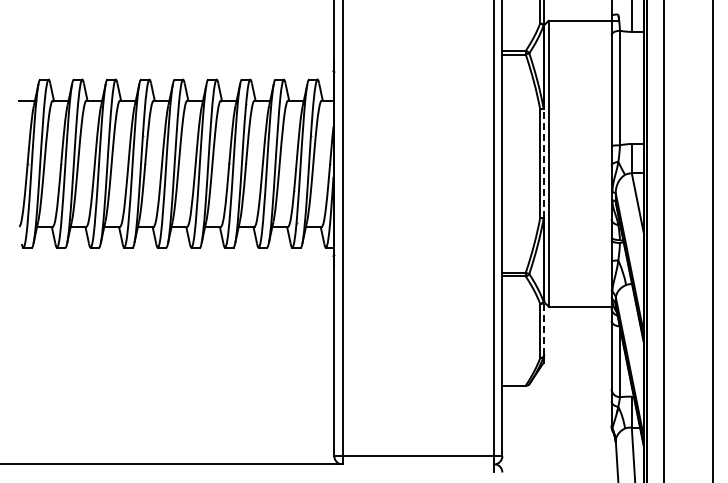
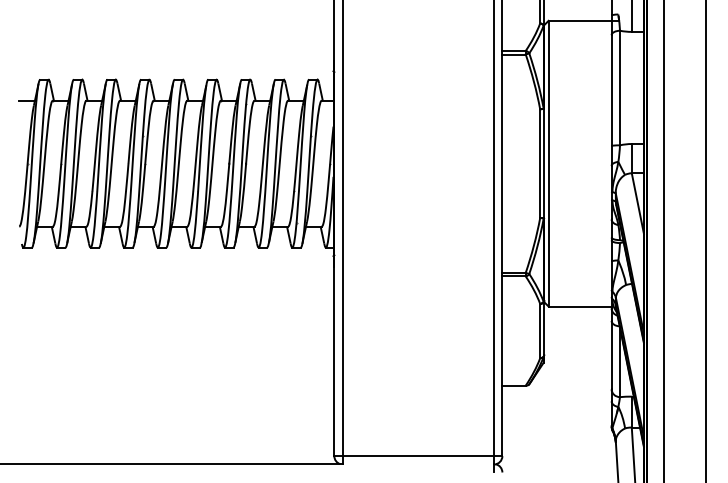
line at (544, 163): dashed -> solid
line at (713, 240) position: (713, 240) -> (706, 240)
line at (544, 326): dashed -> solid
